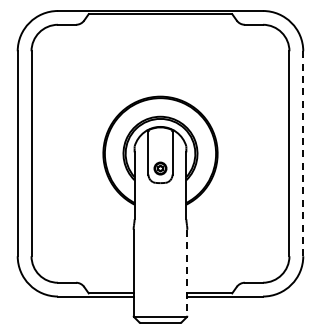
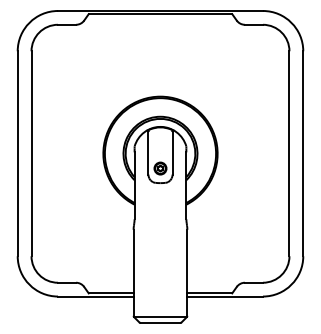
line at (303, 154): dashed -> solid
line at (187, 272): dashed -> solid
